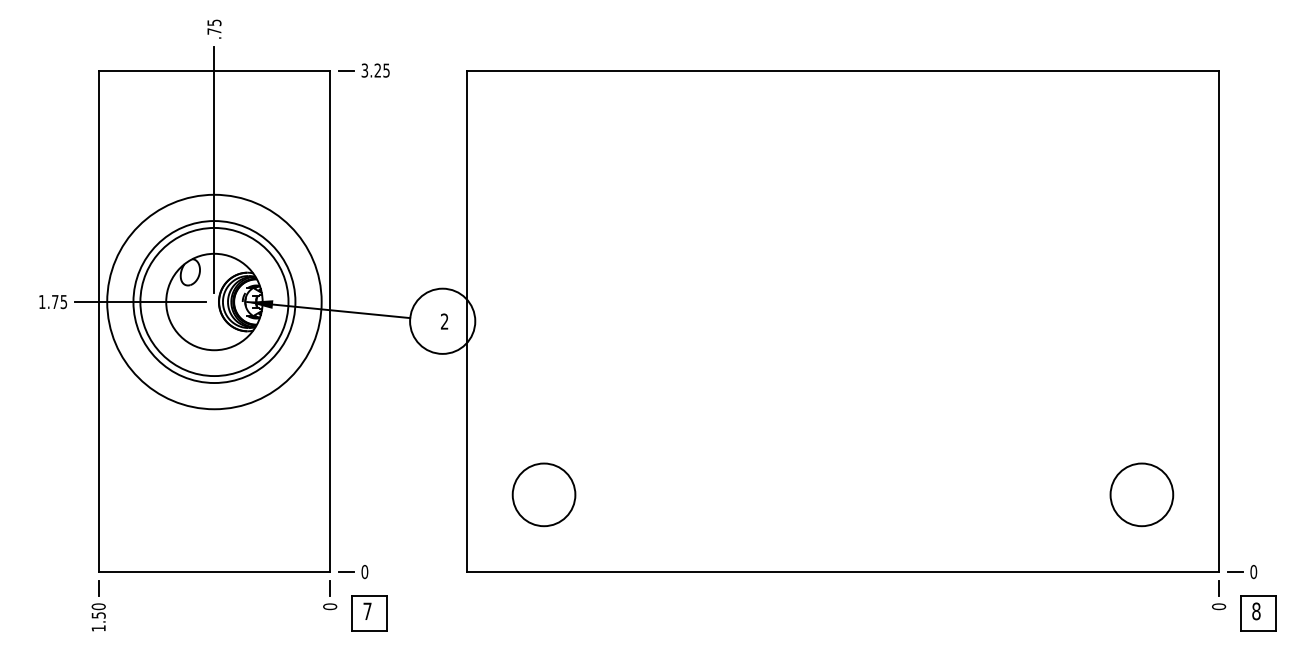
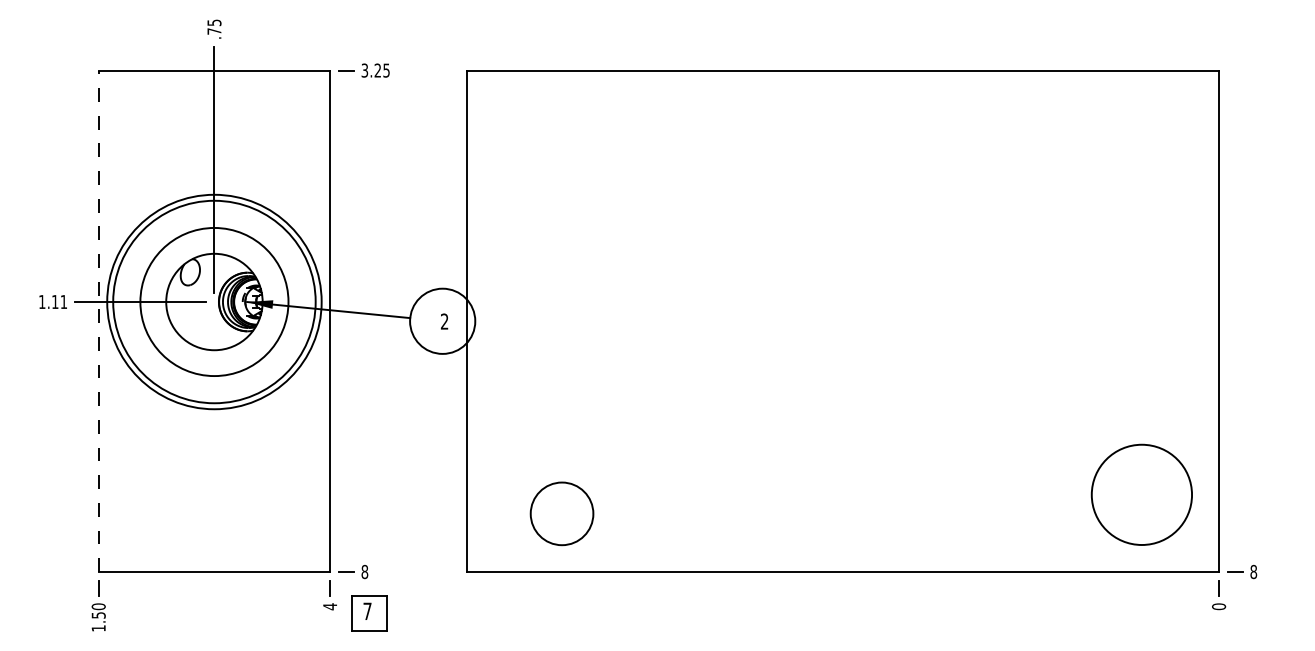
text at (59, 302): 1.75 -> 1.11
circle at (214, 302) diameter: 162 px -> 202 px
line at (98, 321): solid -> dashed
circle at (543, 494) position: (543, 494) -> (561, 513)
circle at (1141, 494) diameter: 63 px -> 100 px
text at (364, 571): 0 -> 8
text at (1253, 571): 0 -> 8
text at (330, 606): 0 -> 4
part at (1258, 613): present -> none
